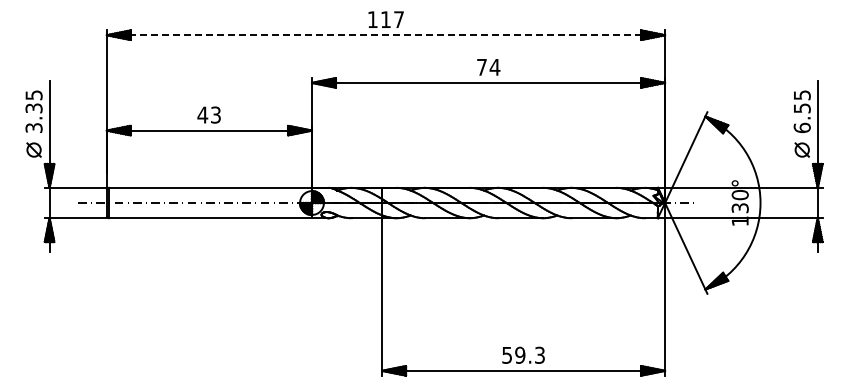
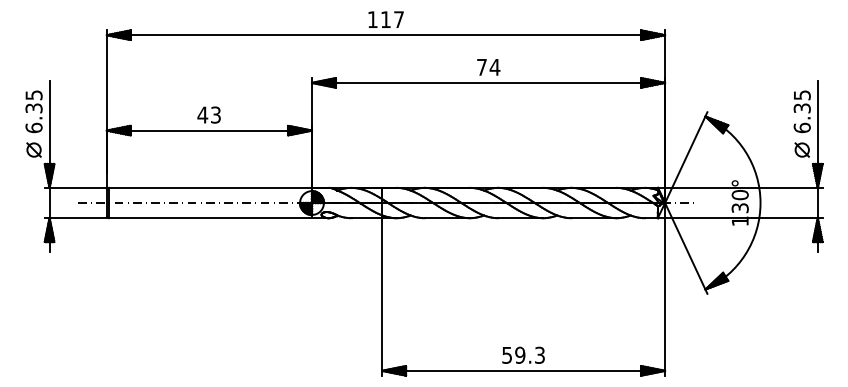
line at (386, 35): dashed -> solid
text at (801, 107): 6.55 -> 6.35
text at (33, 127): 3.35 -> 6.35
